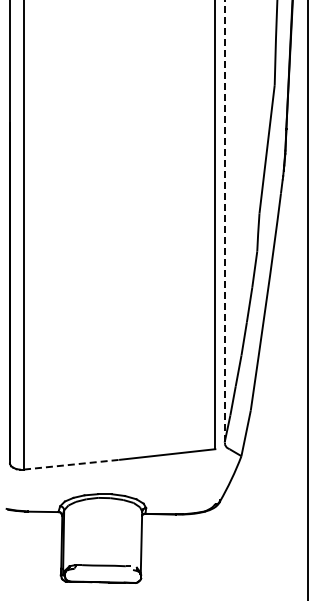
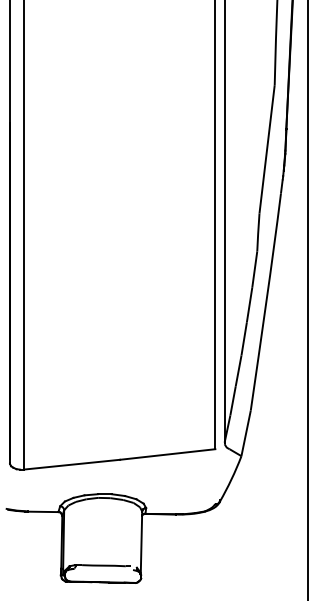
line at (224, 221): dashed -> solid
line at (72, 464): dashed -> solid
